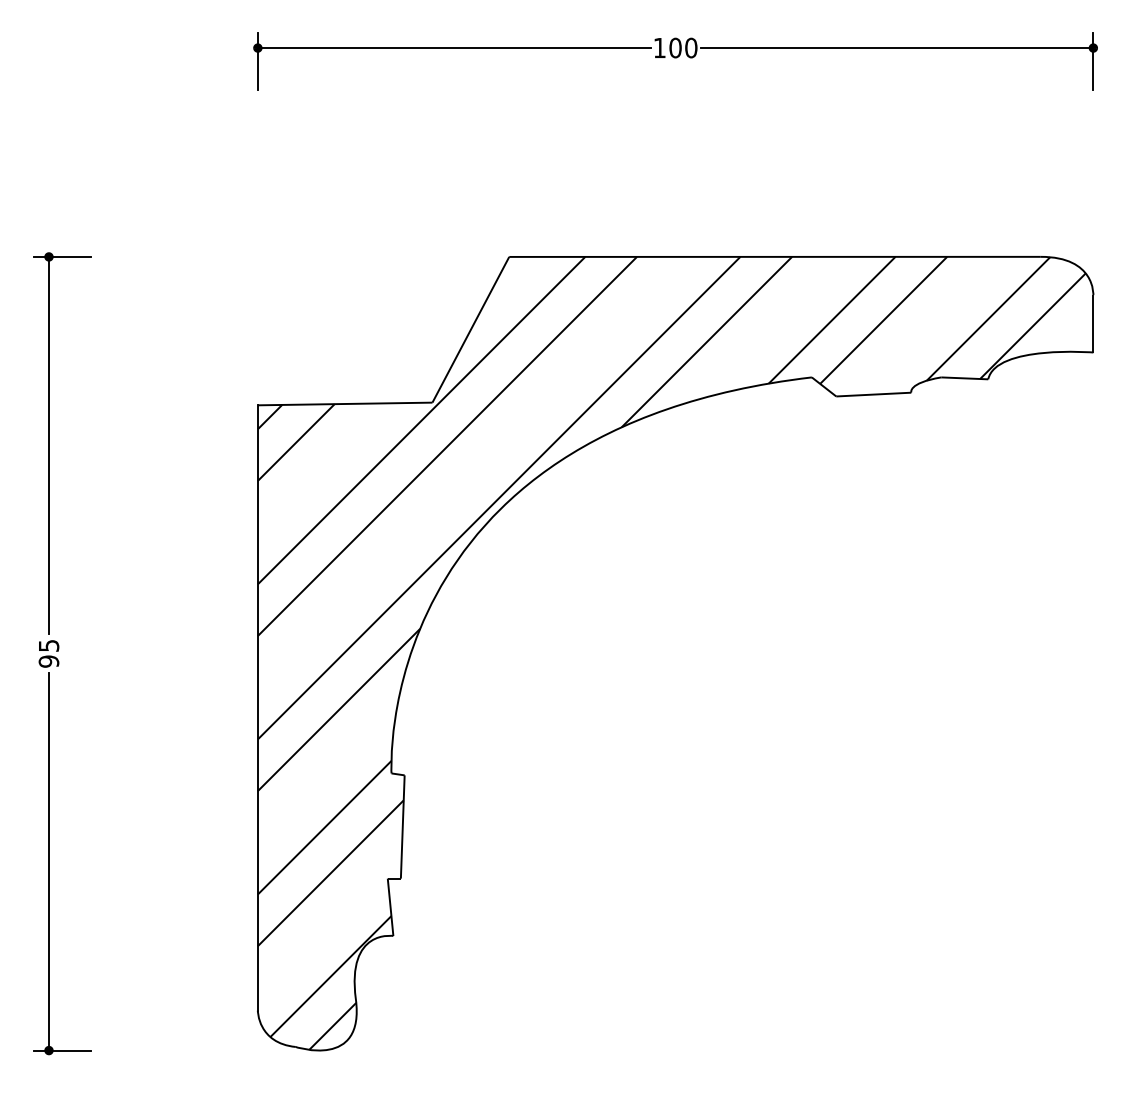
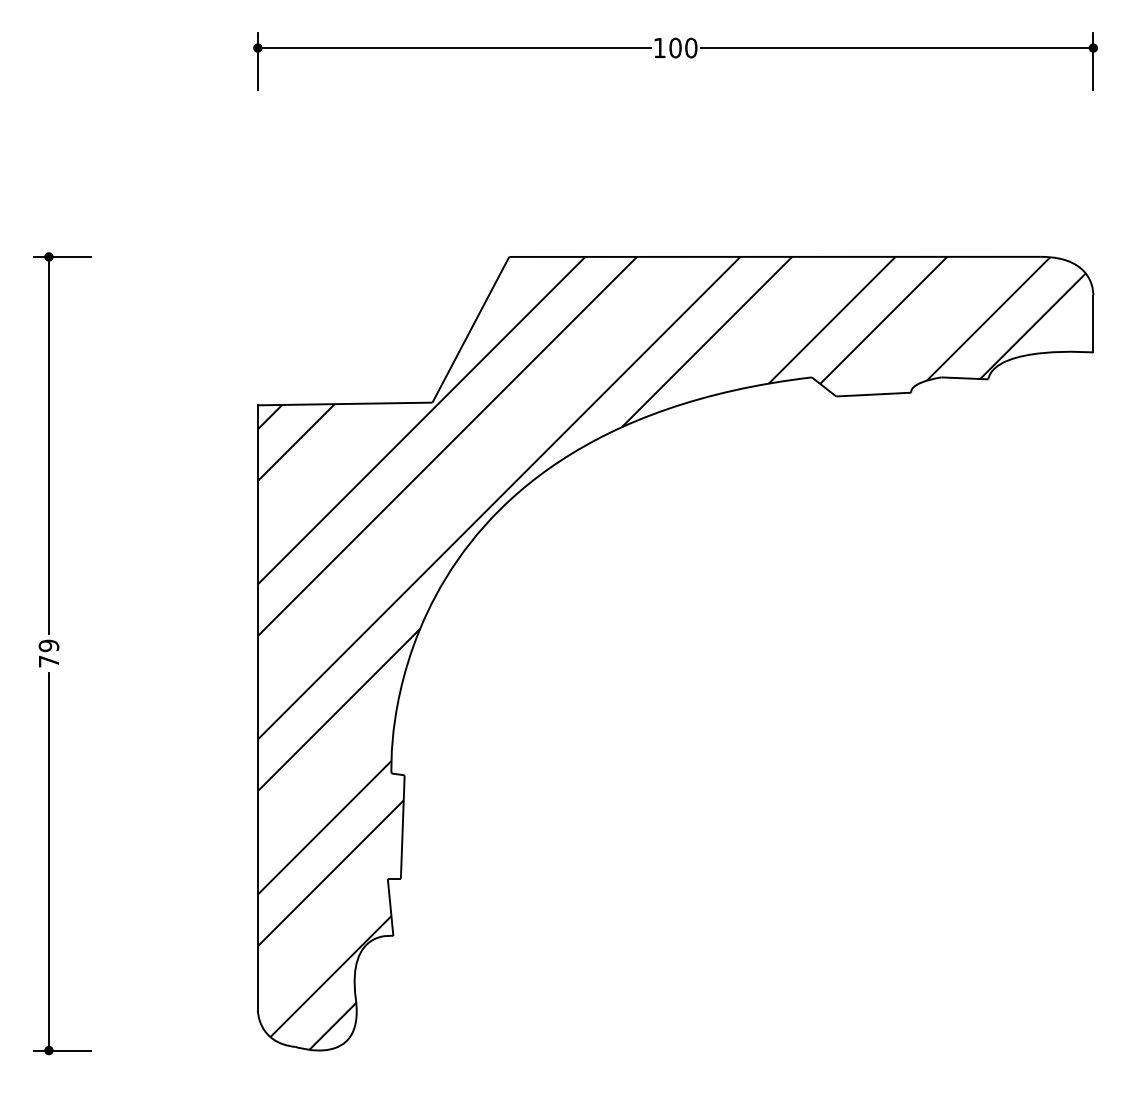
text at (48, 653): 95 -> 79
